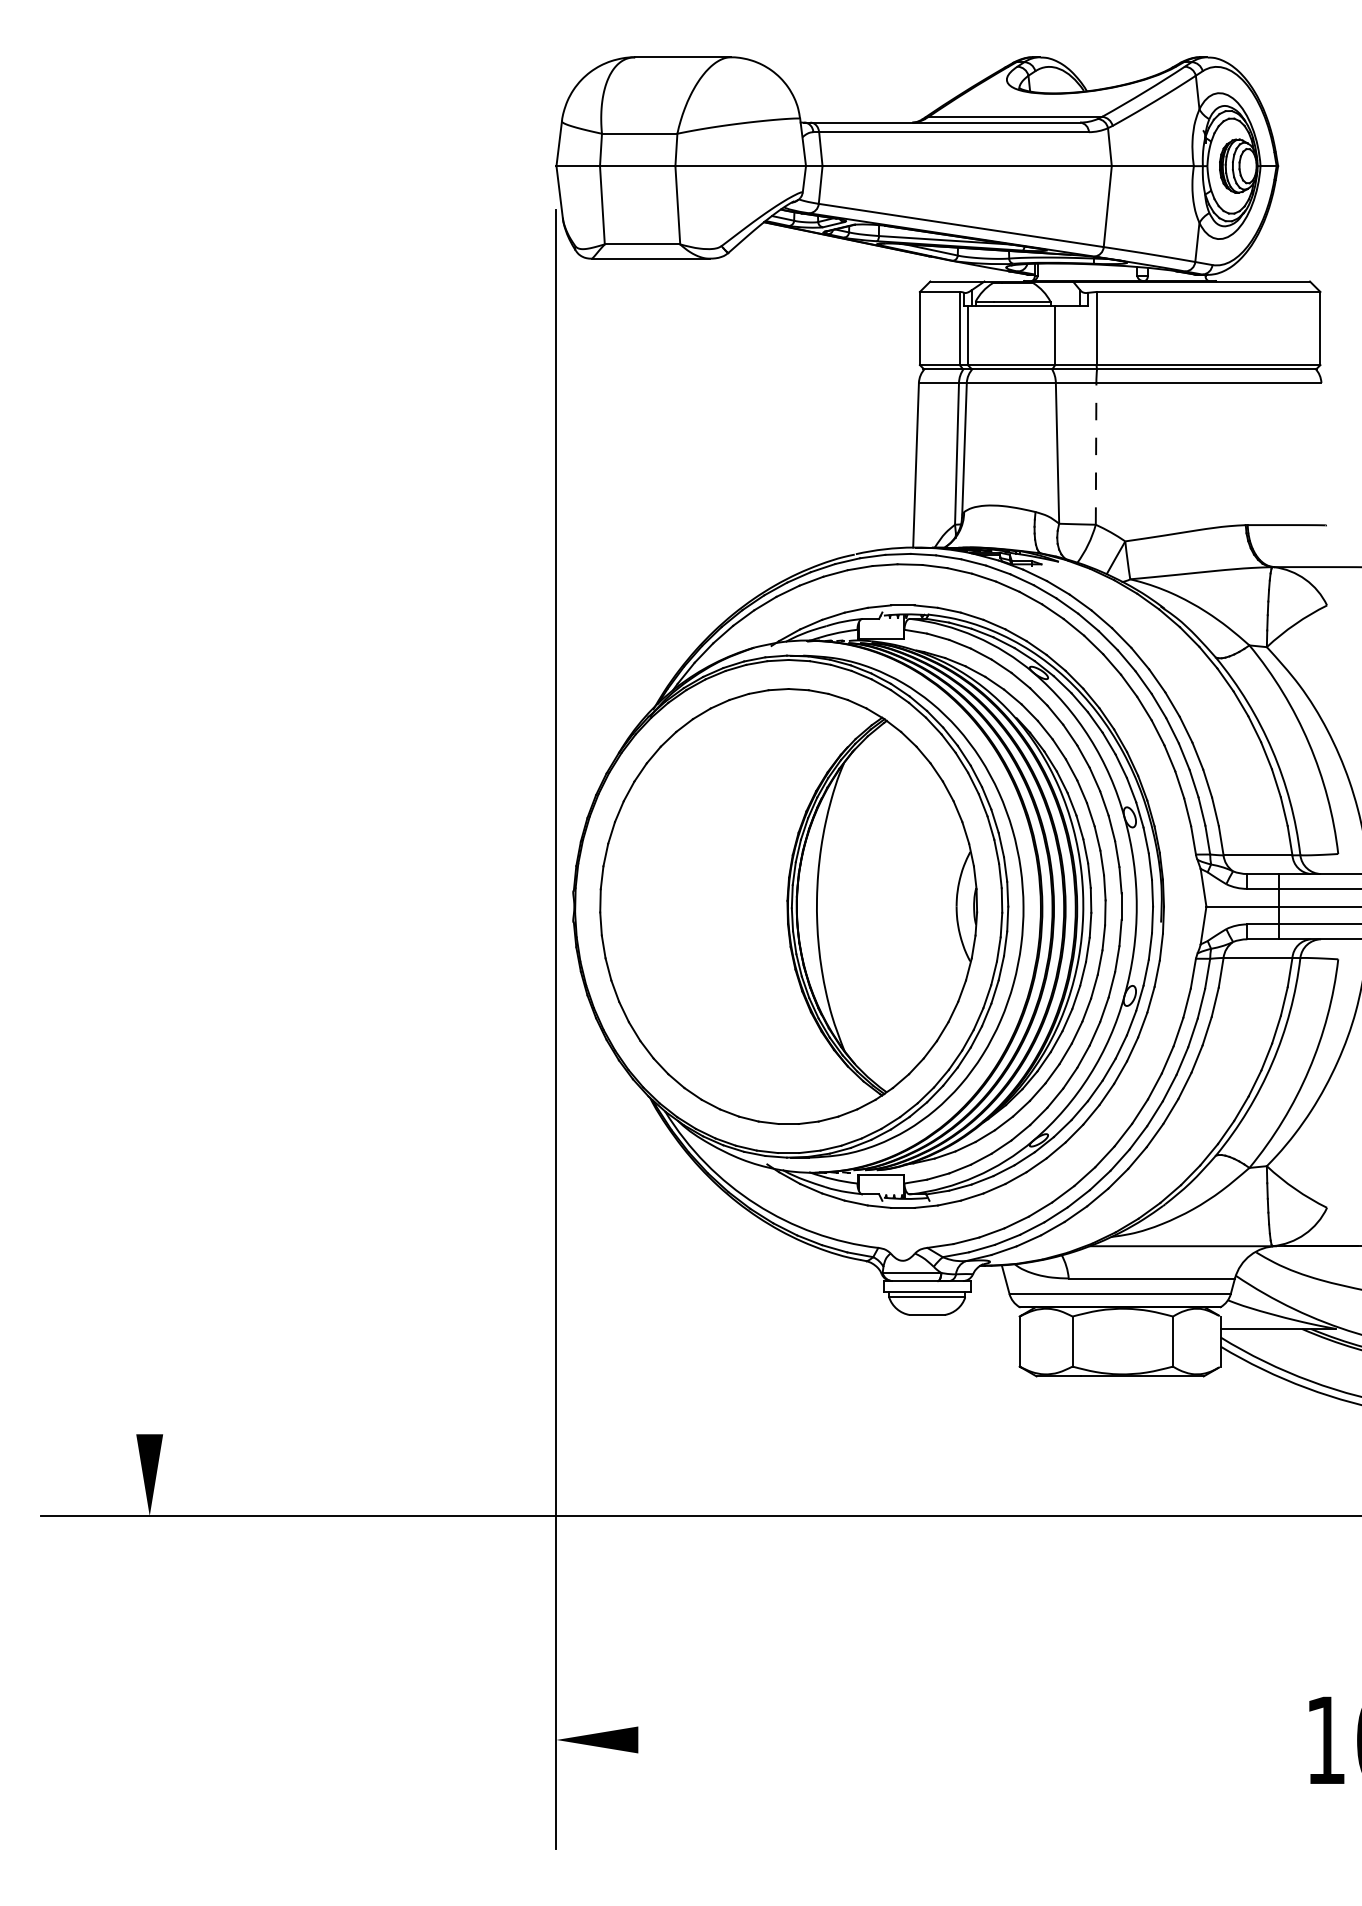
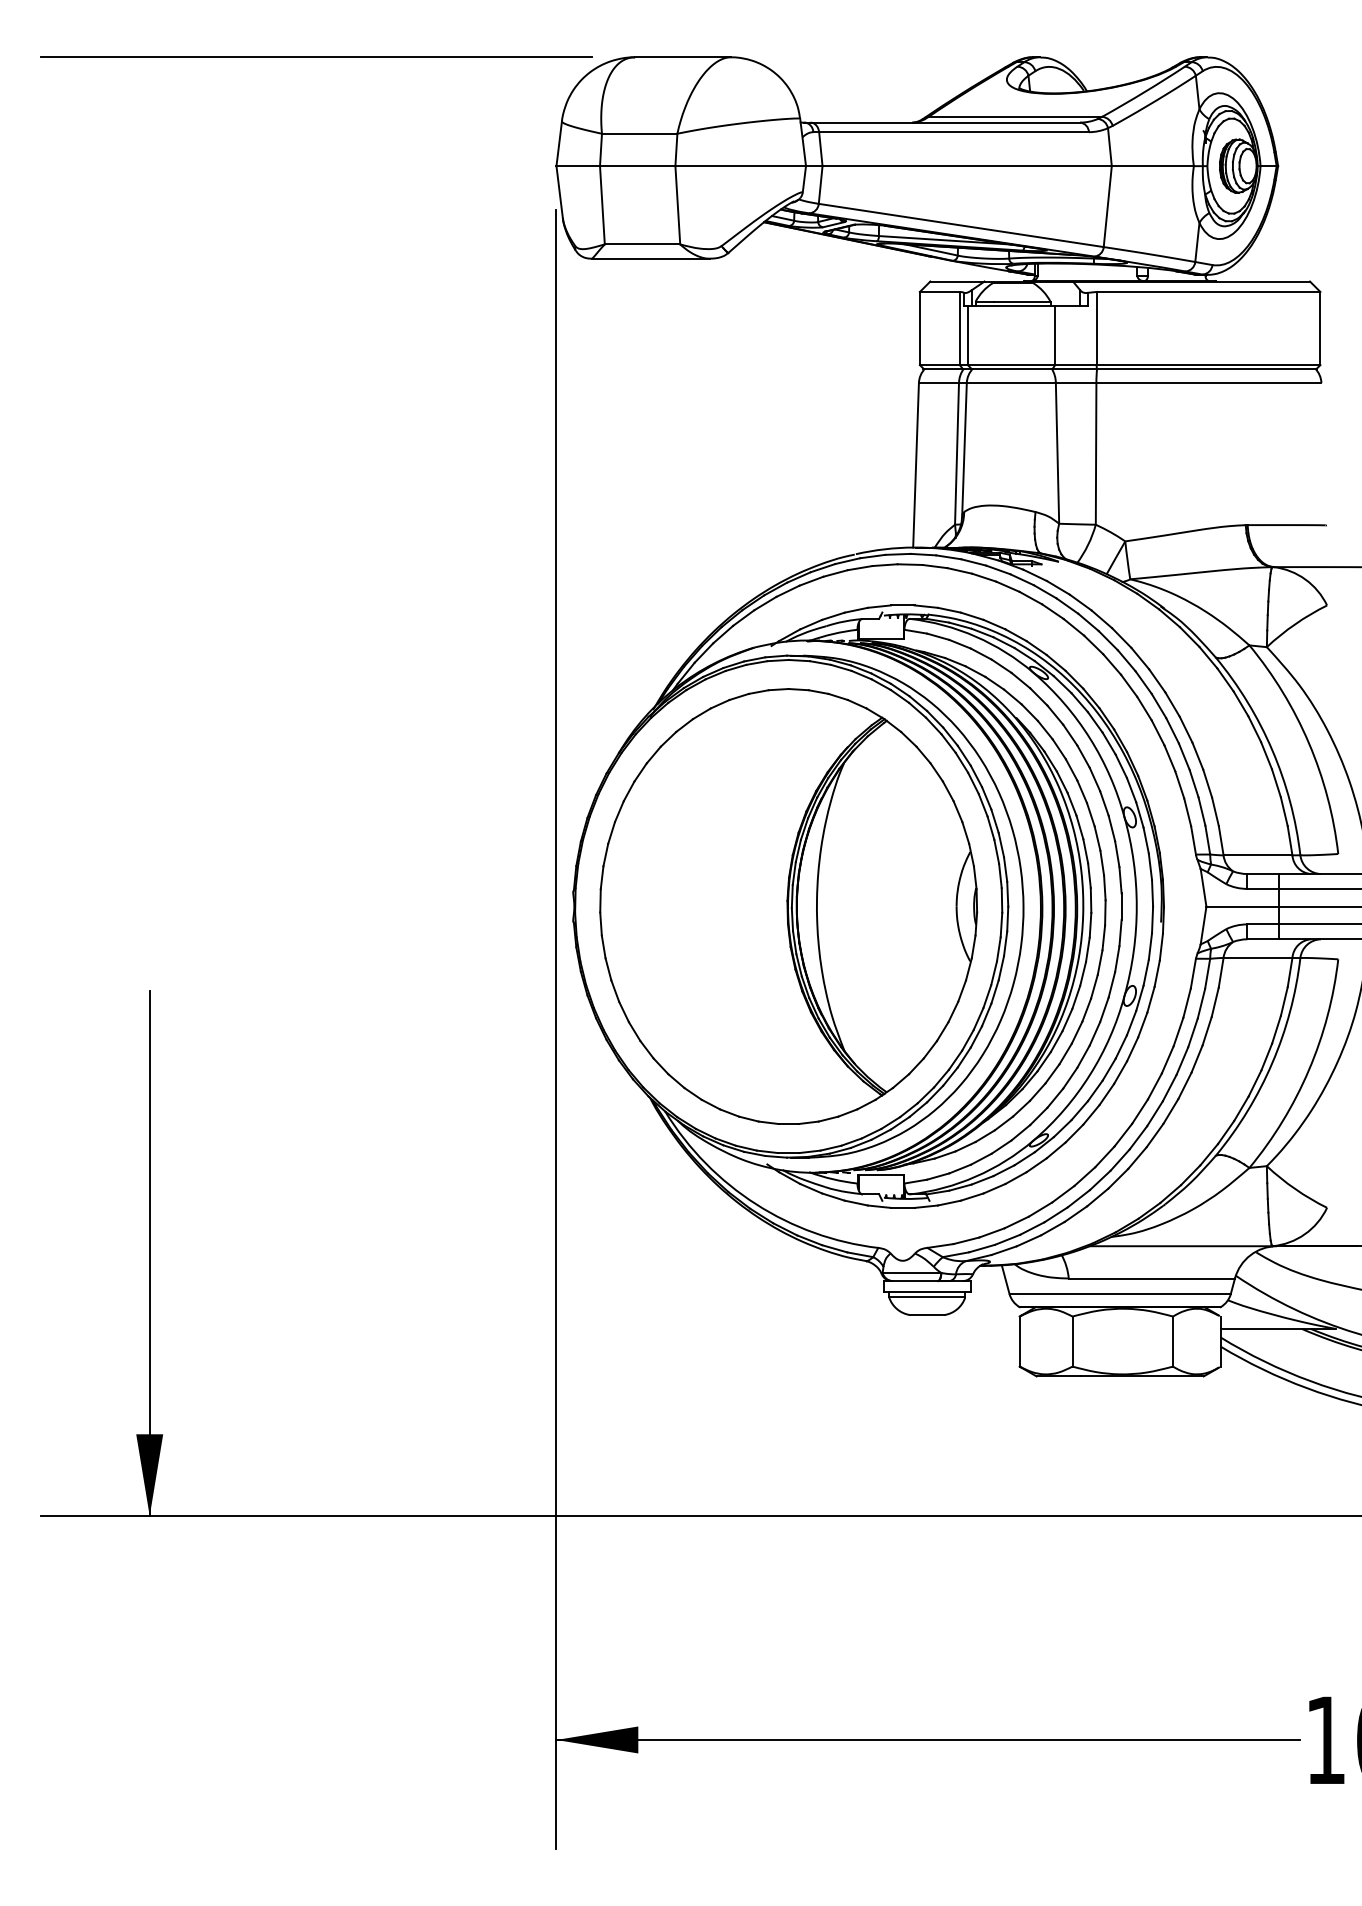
line at (316, 56): none -> present
line at (1096, 453): dashed -> solid
line at (149, 1253): none -> present
line at (928, 1739): none -> present
